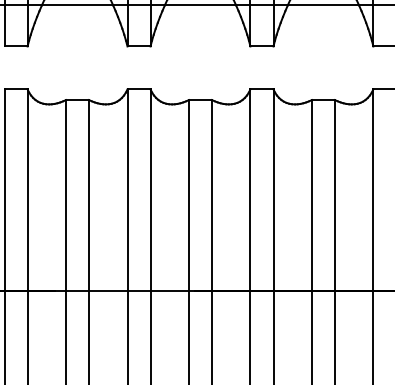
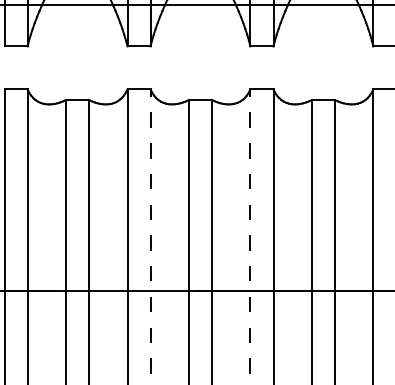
line at (150, 236): solid -> dashed
line at (250, 236): solid -> dashed
